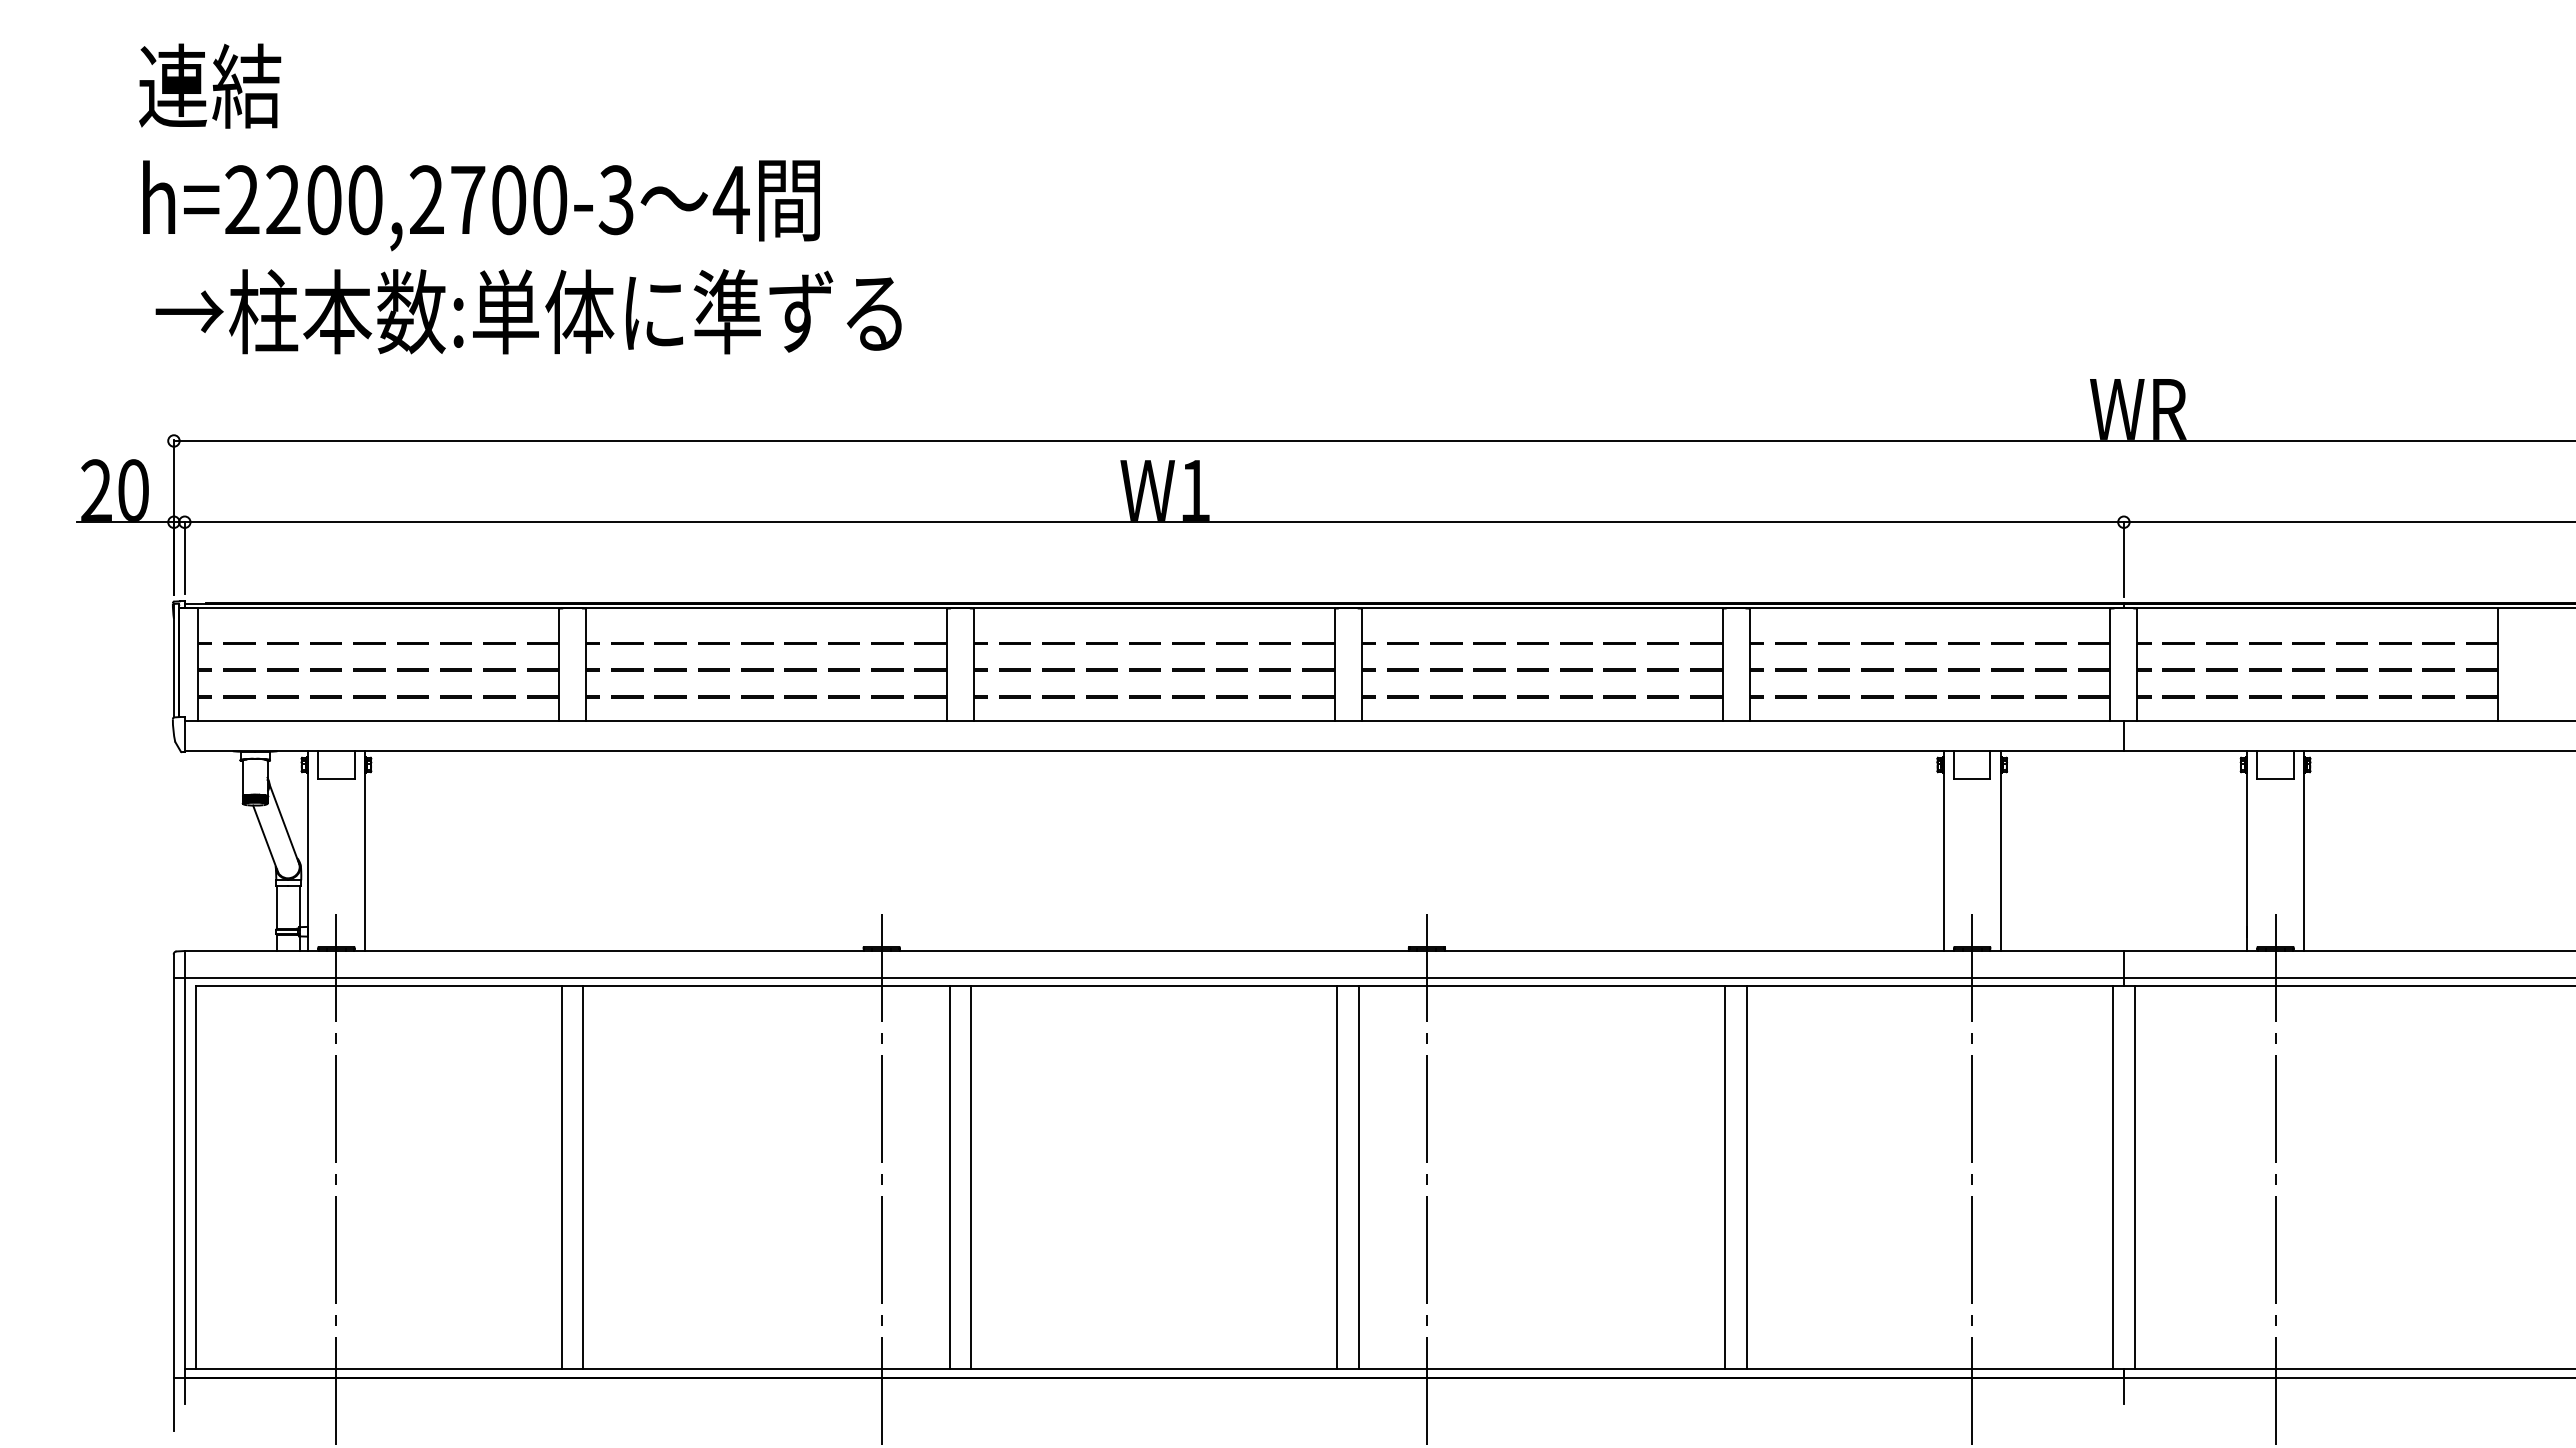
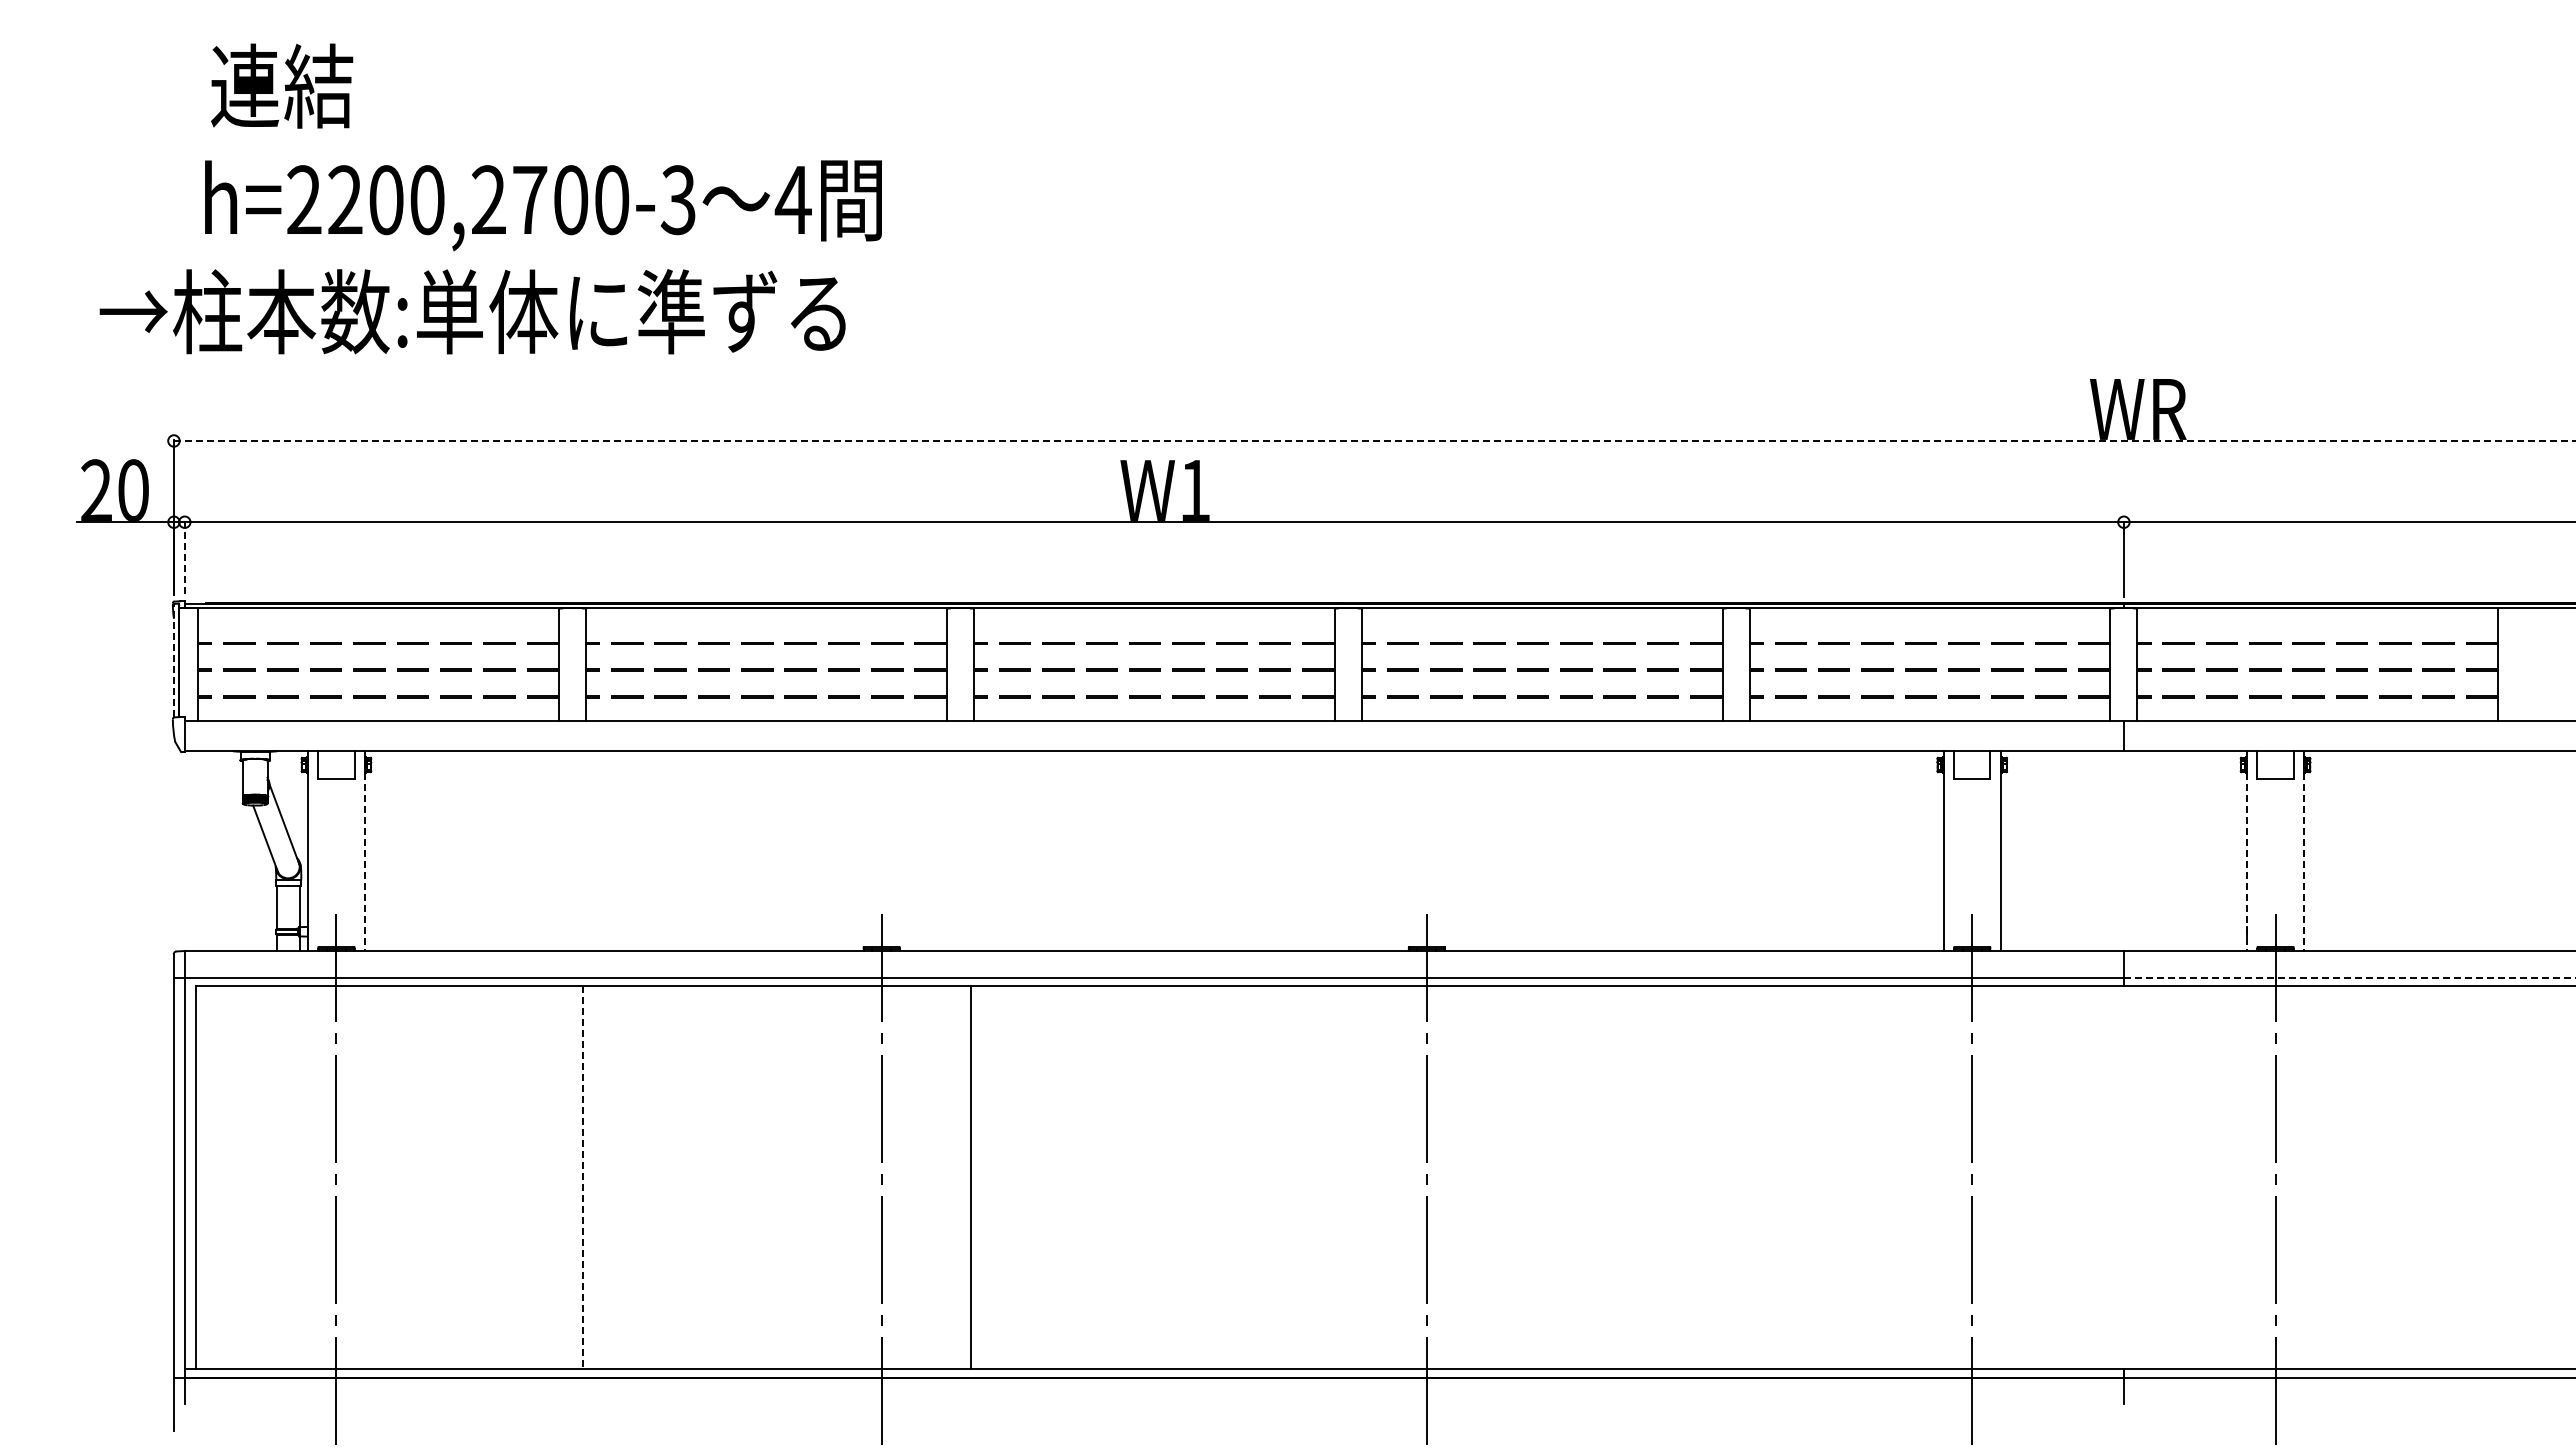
text at (210, 85) position: (210, 85) -> (282, 85)
text at (481, 205) position: (481, 205) -> (543, 205)
text at (528, 311) position: (528, 311) -> (472, 311)
line at (1374, 441): solid -> dashed
line at (184, 557): solid -> dashed
line at (173, 660): solid -> dashed
line at (365, 851): solid -> dashed
line at (2246, 851): solid -> dashed
line at (2304, 851): solid -> dashed
line at (2349, 977): solid -> dashed
line at (561, 1177): present -> none
line at (583, 1177): solid -> dashed
line at (949, 1177): present -> none
line at (1337, 1177): present -> none
line at (1359, 1177): present -> none
line at (1725, 1177): present -> none
line at (1746, 1177): present -> none
line at (2113, 1177): present -> none
line at (2134, 1177): present -> none
